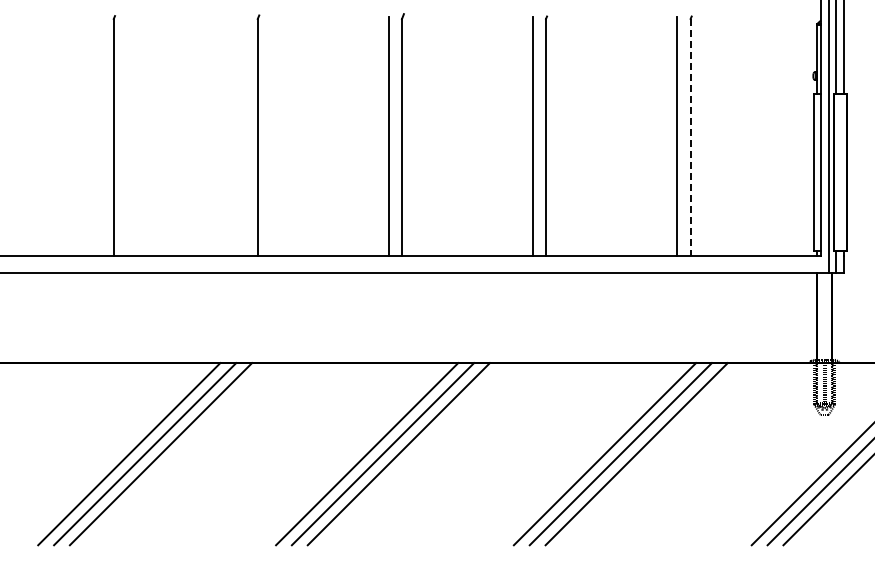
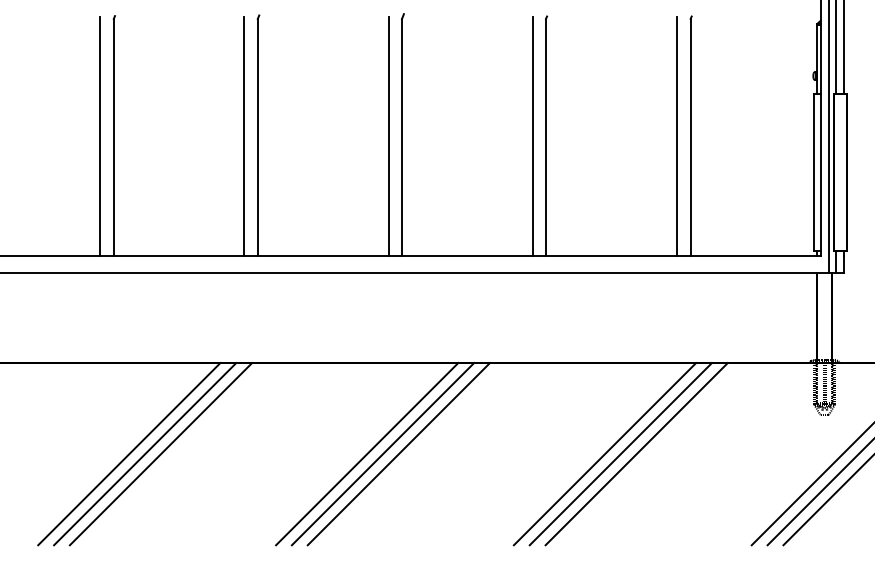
line at (100, 136): none -> present
line at (244, 136): none -> present
line at (690, 137): dashed -> solid
